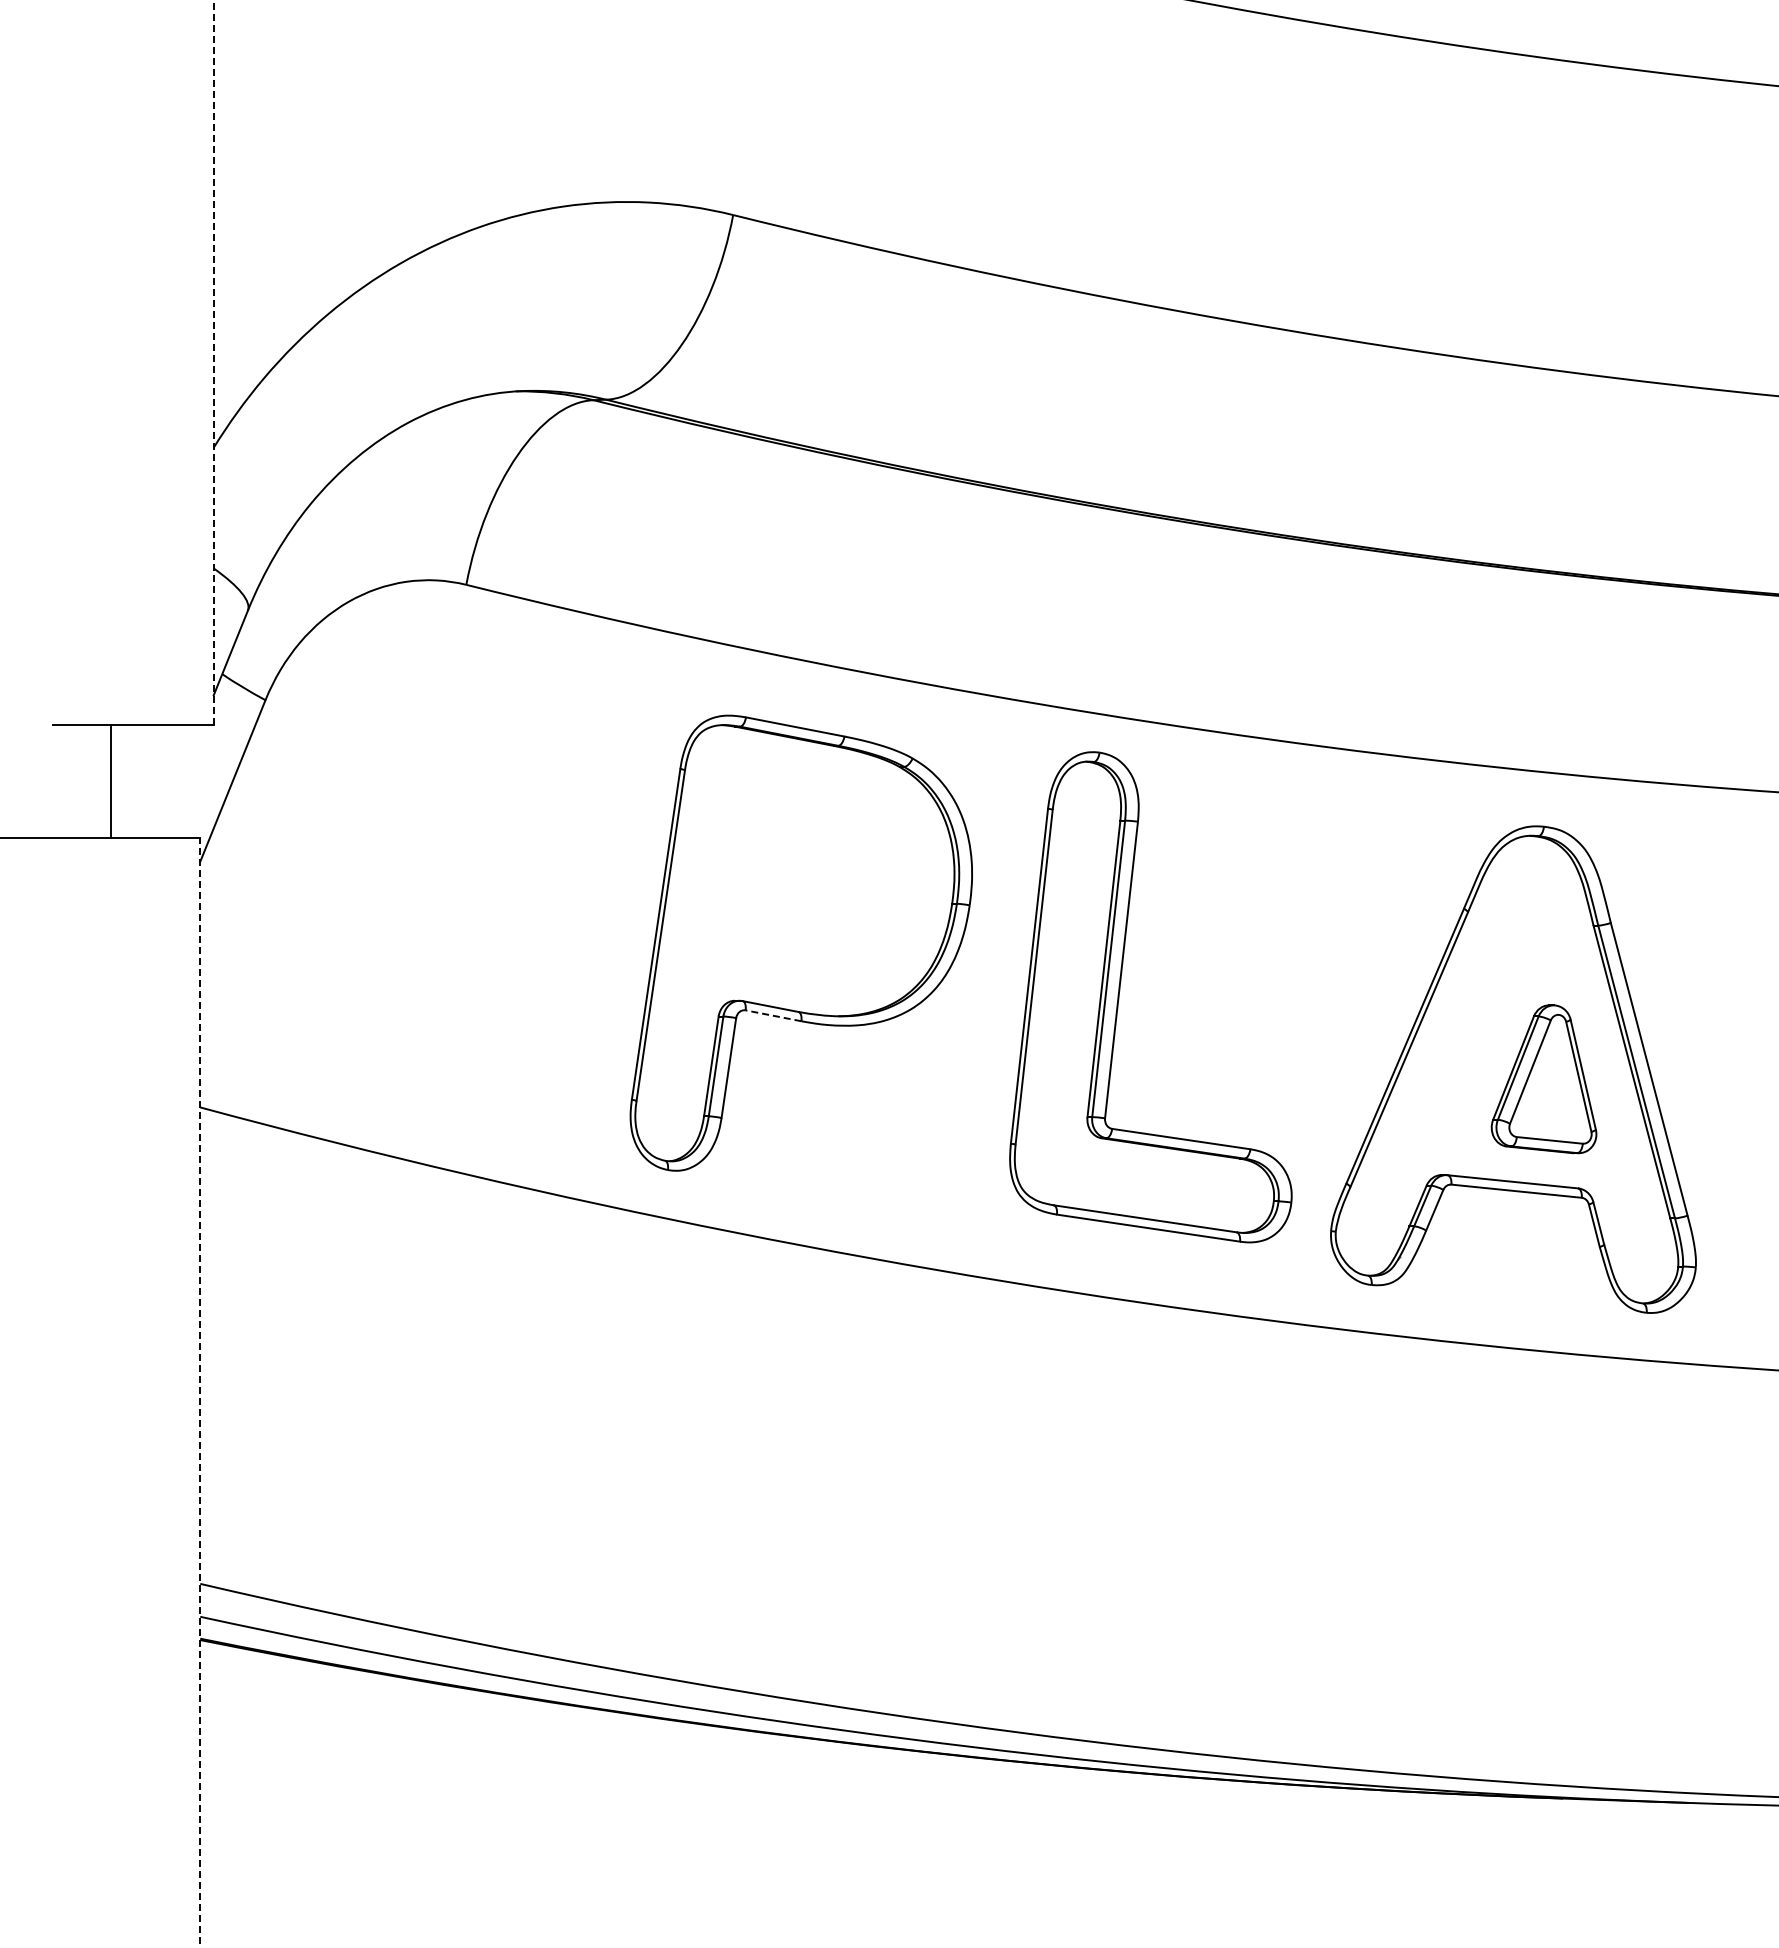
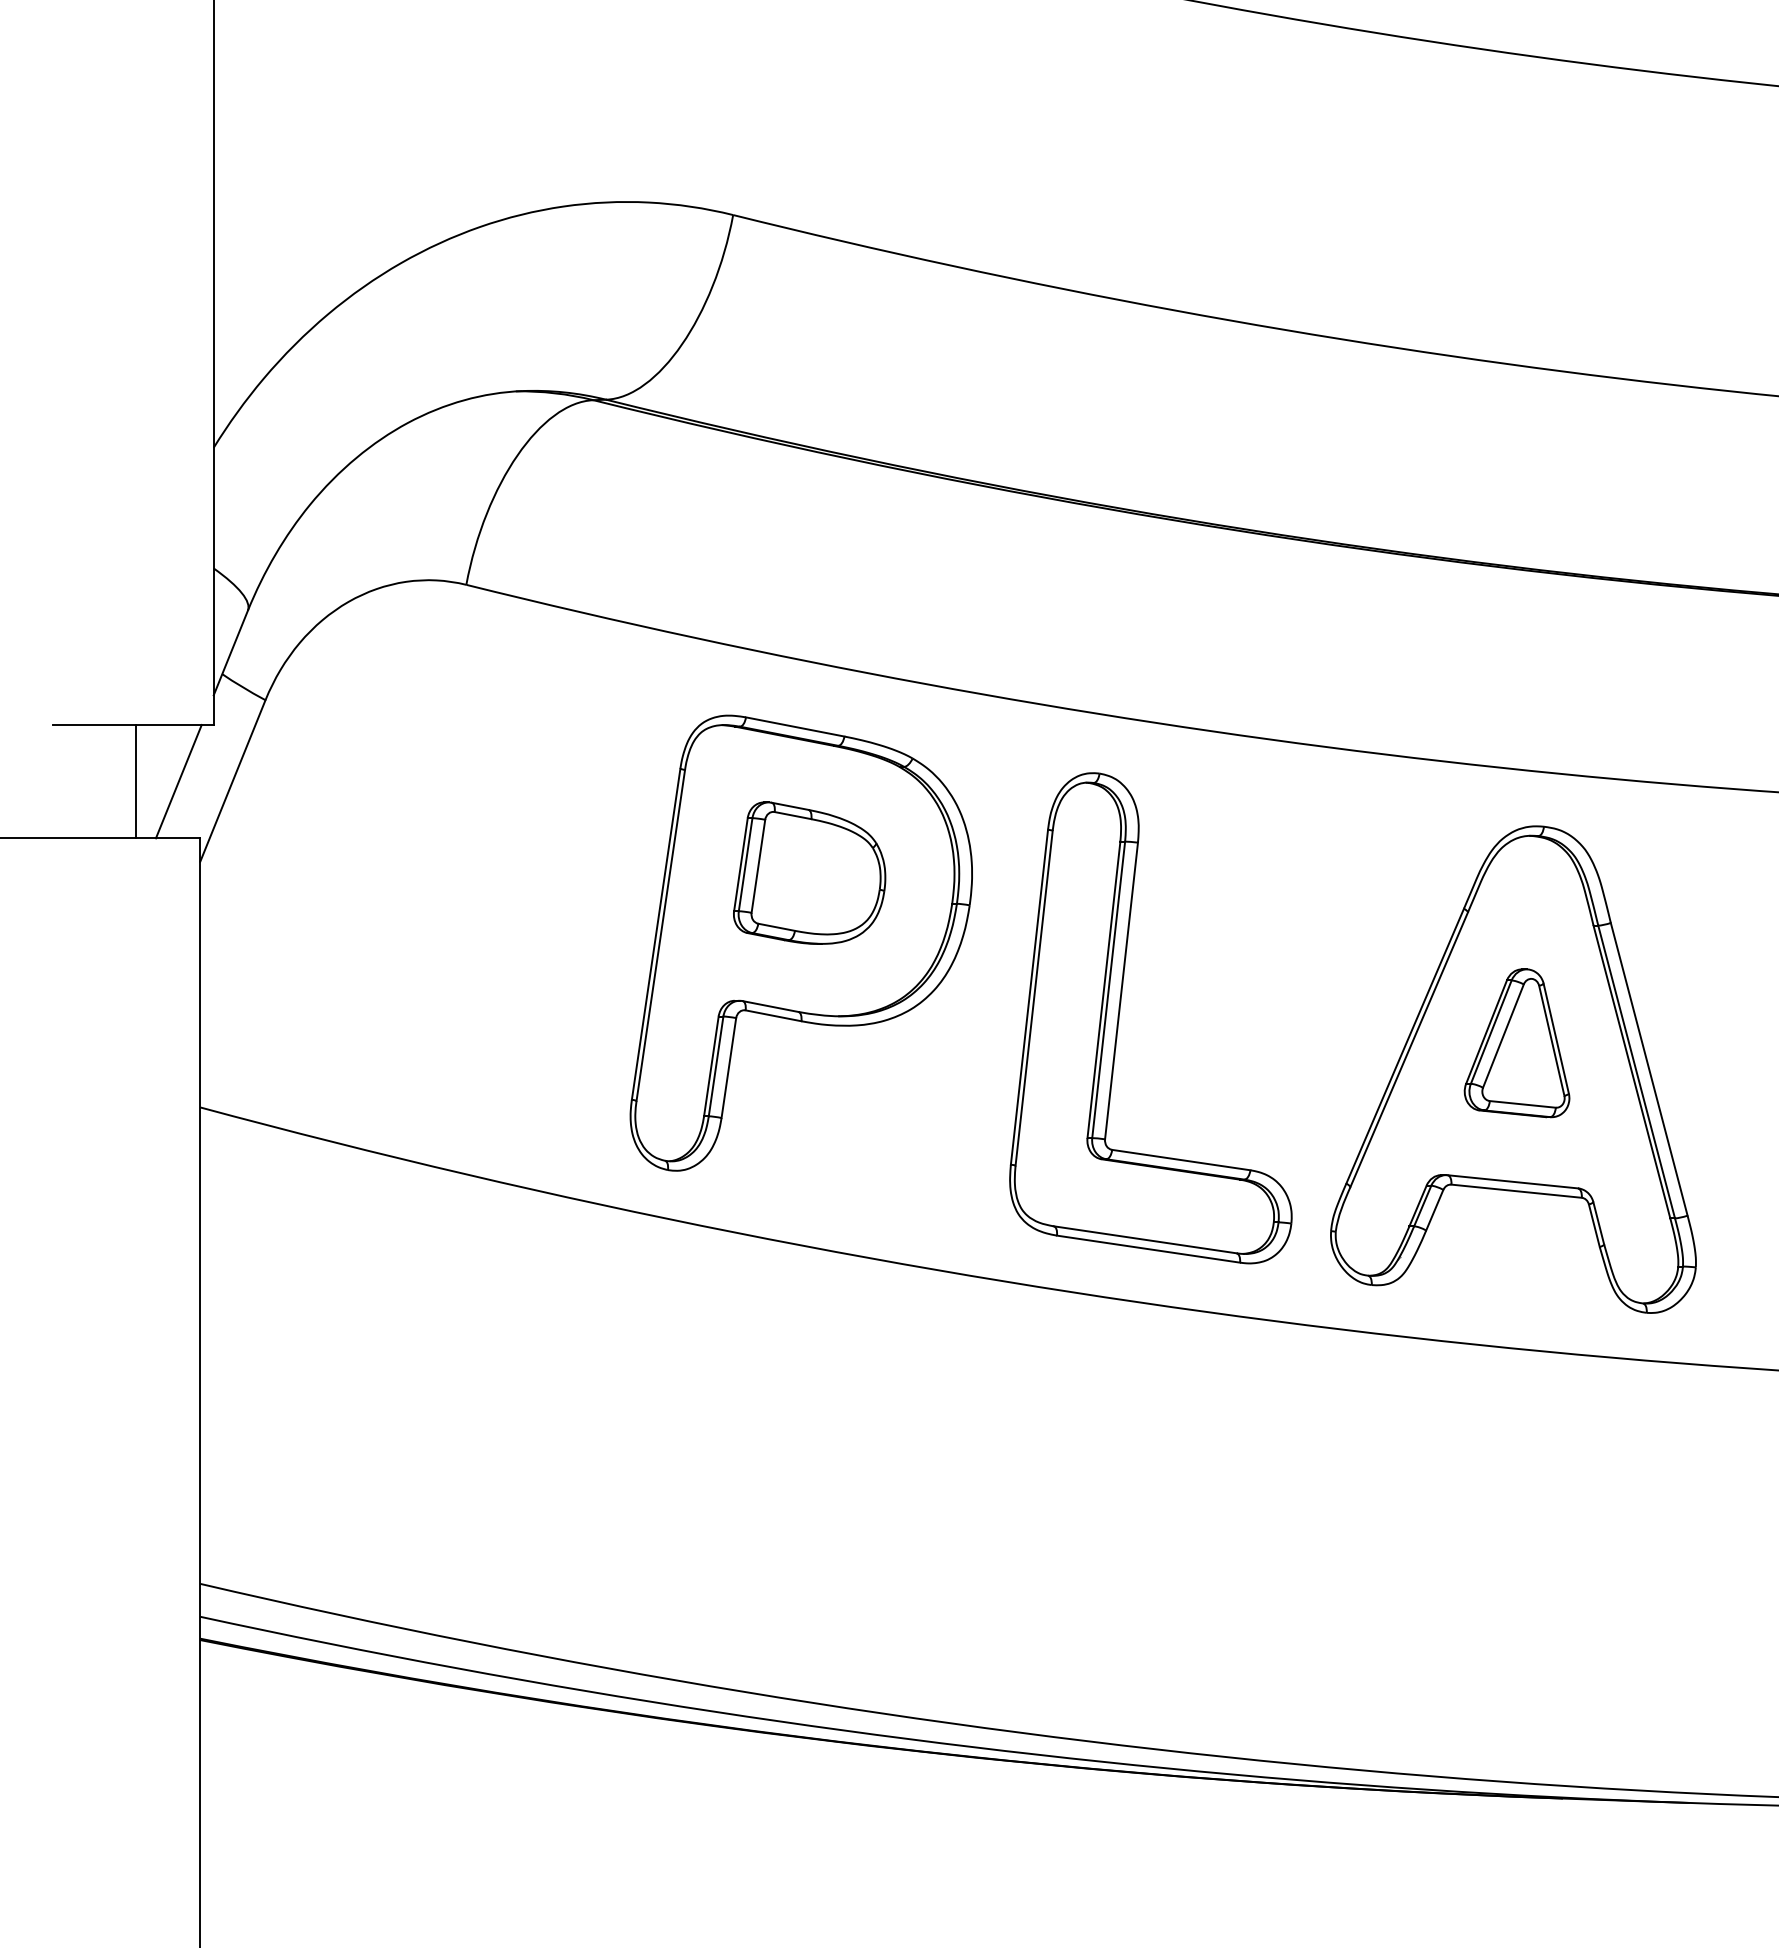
line at (213, 362): dashed -> solid
line at (111, 781) position: (111, 781) -> (136, 781)
line at (178, 781): none -> present
part at (809, 872): none -> present
part at (1120, 990) position: (1120, 990) -> (1120, 1011)
line at (773, 1015): dashed -> solid
part at (1543, 1079) position: (1543, 1079) -> (1516, 1043)
line at (200, 1392): dashed -> solid
